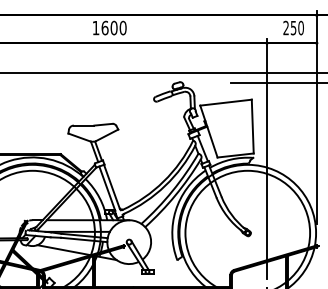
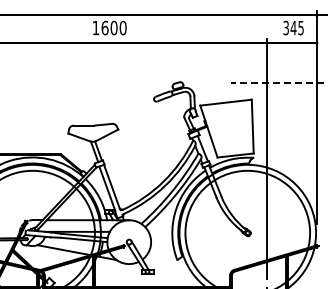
text at (293, 27): 250 -> 345
line at (163, 73): present -> none
line at (278, 83): solid -> dashed
